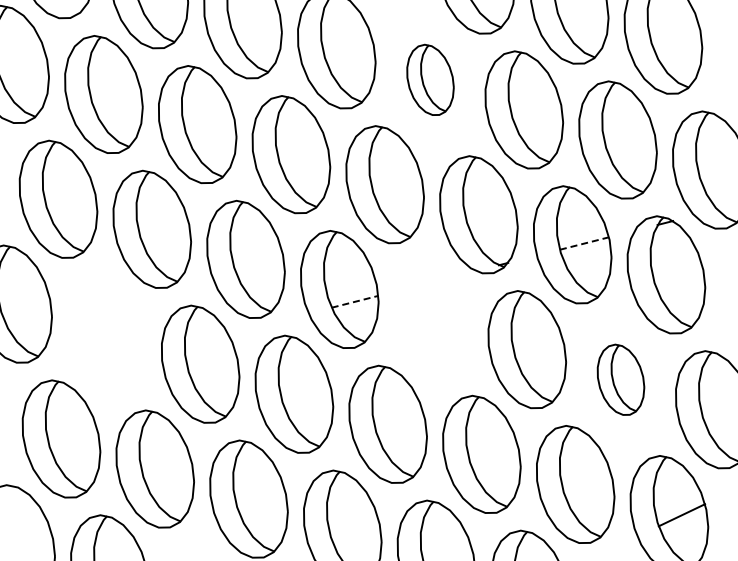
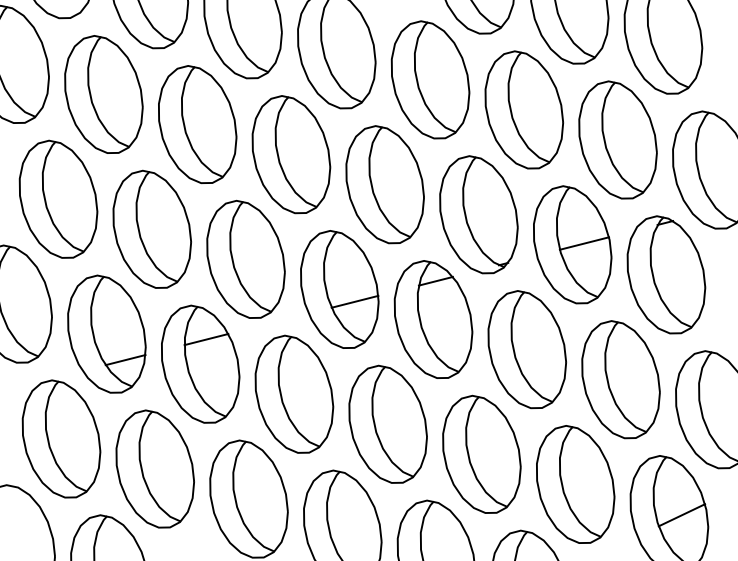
part at (430, 79) size: 49x73 px -> 81x120 px
line at (584, 243): dashed -> solid
line at (355, 301): dashed -> solid
part at (433, 319): none -> present
part at (106, 333): none -> present
line at (206, 339): none -> present
part at (620, 379) size: 50x73 px -> 80x120 px
